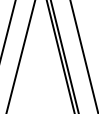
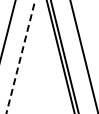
line at (21, 56): solid -> dashed
